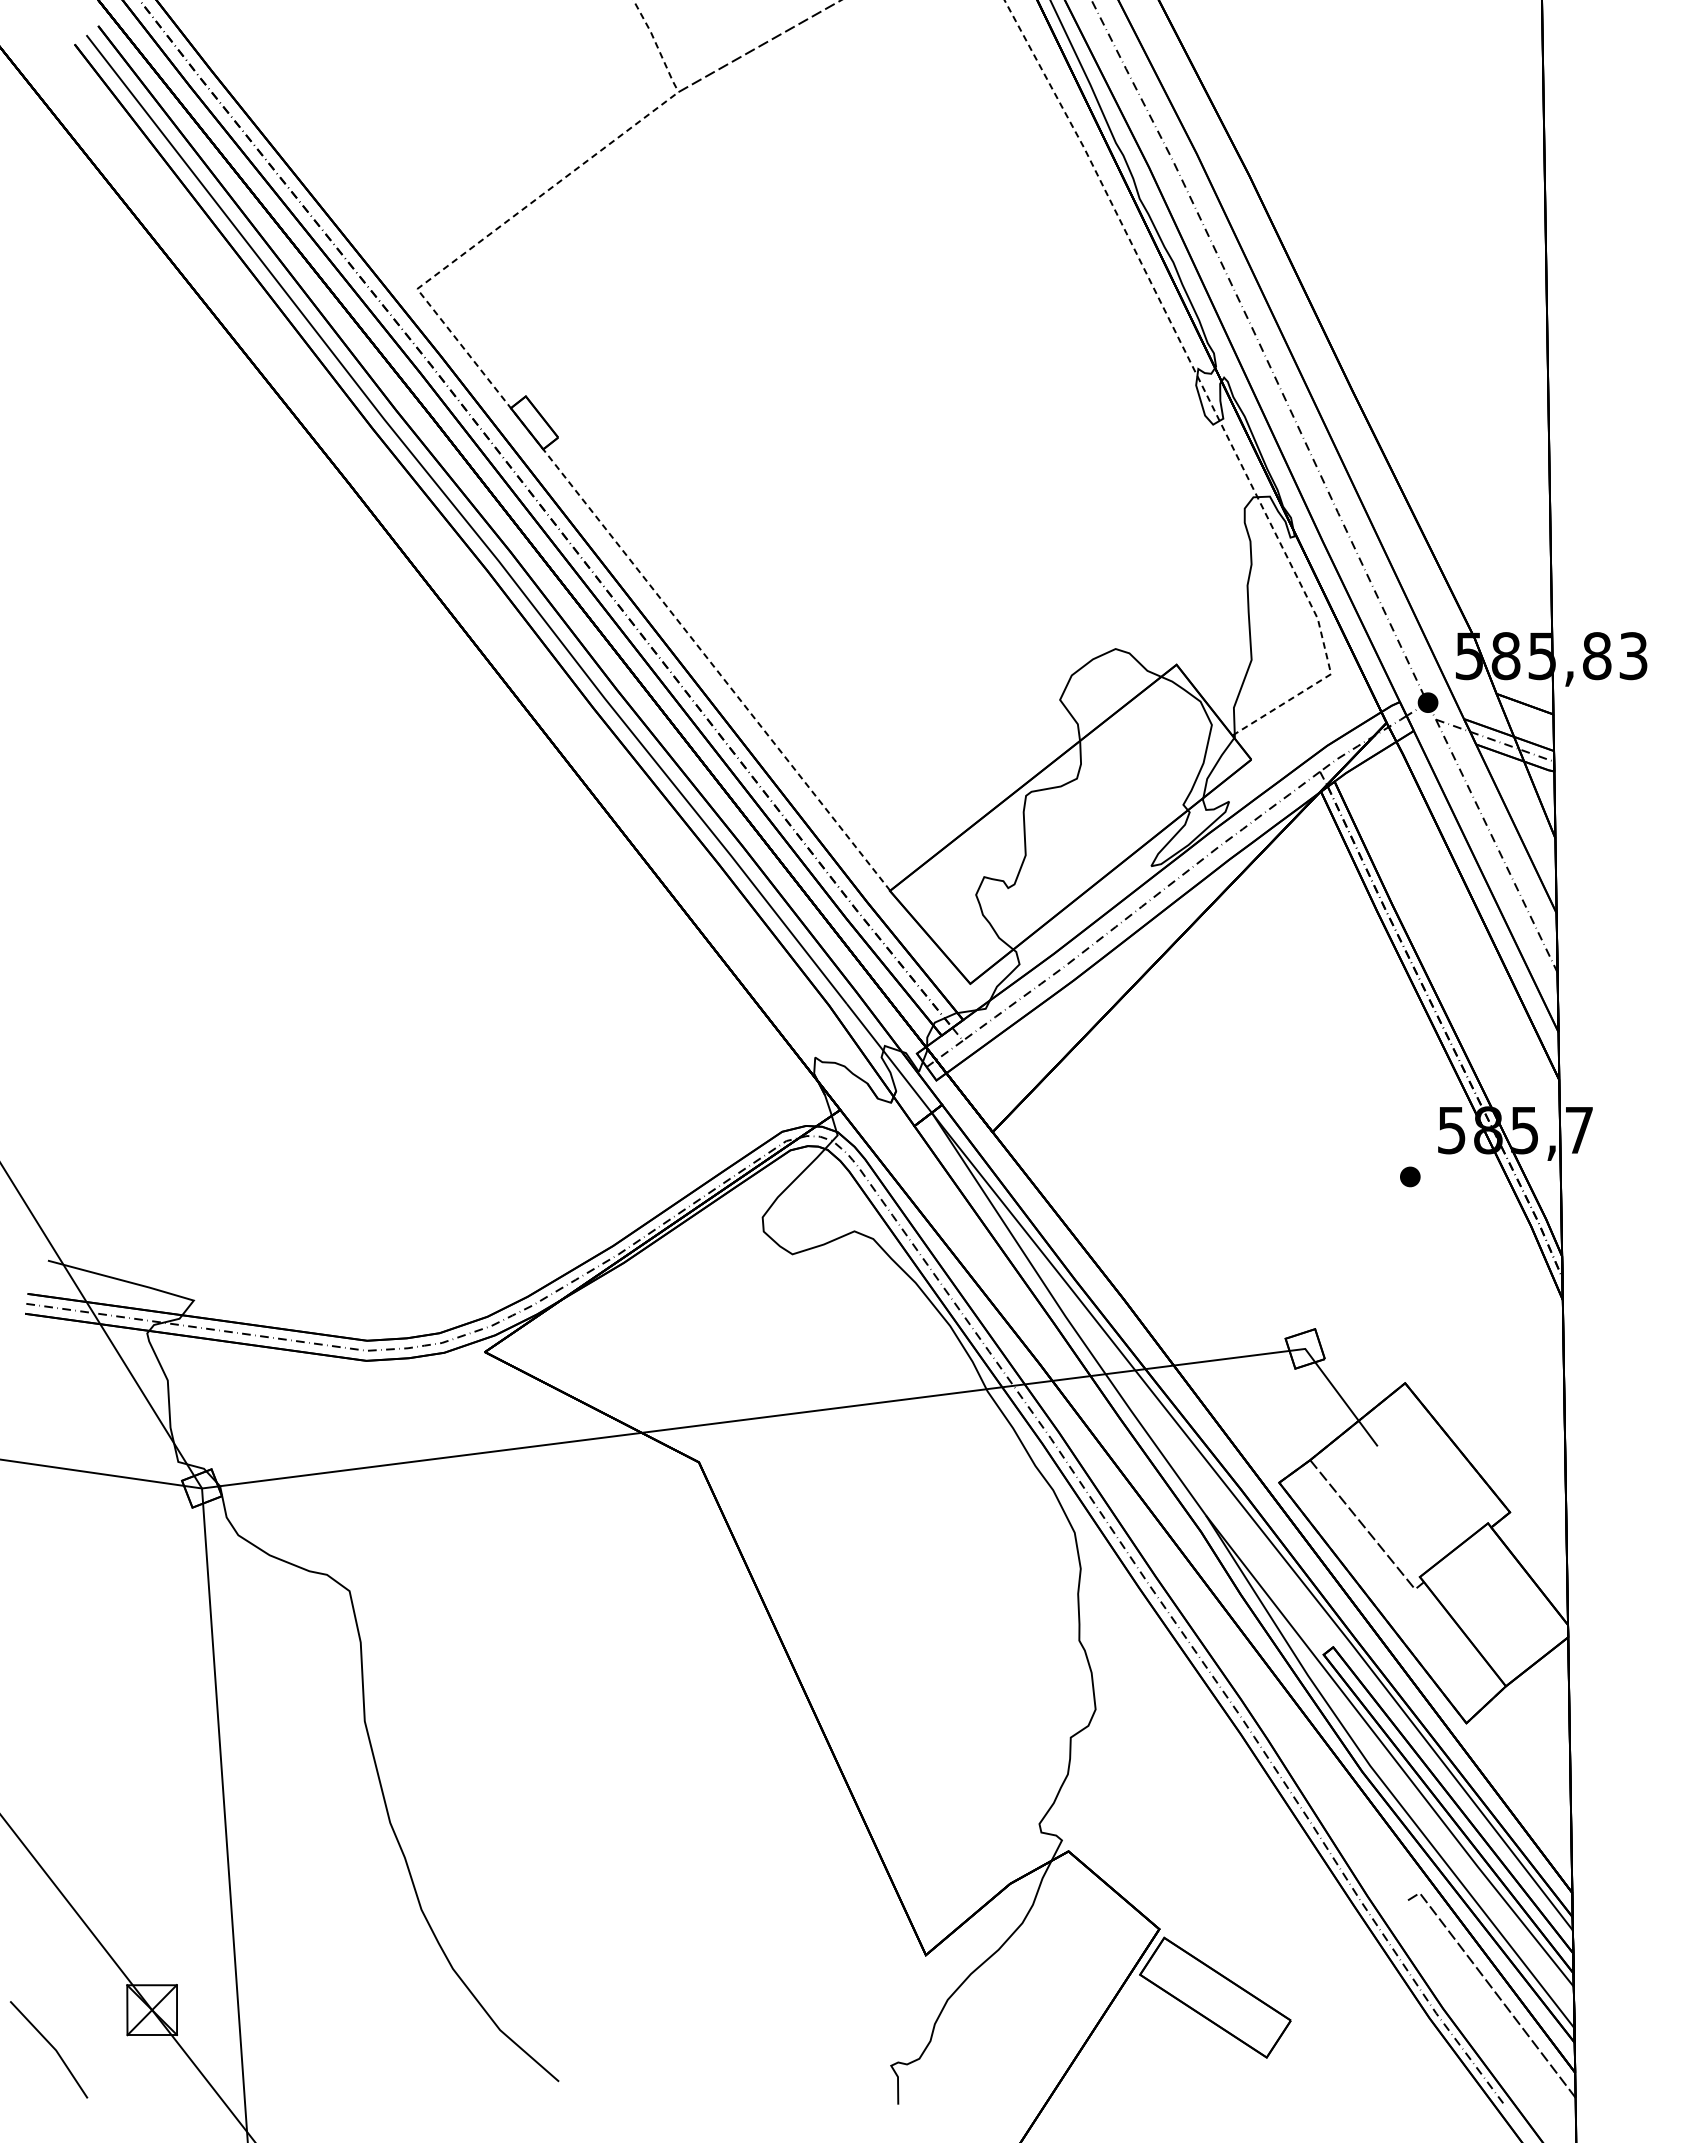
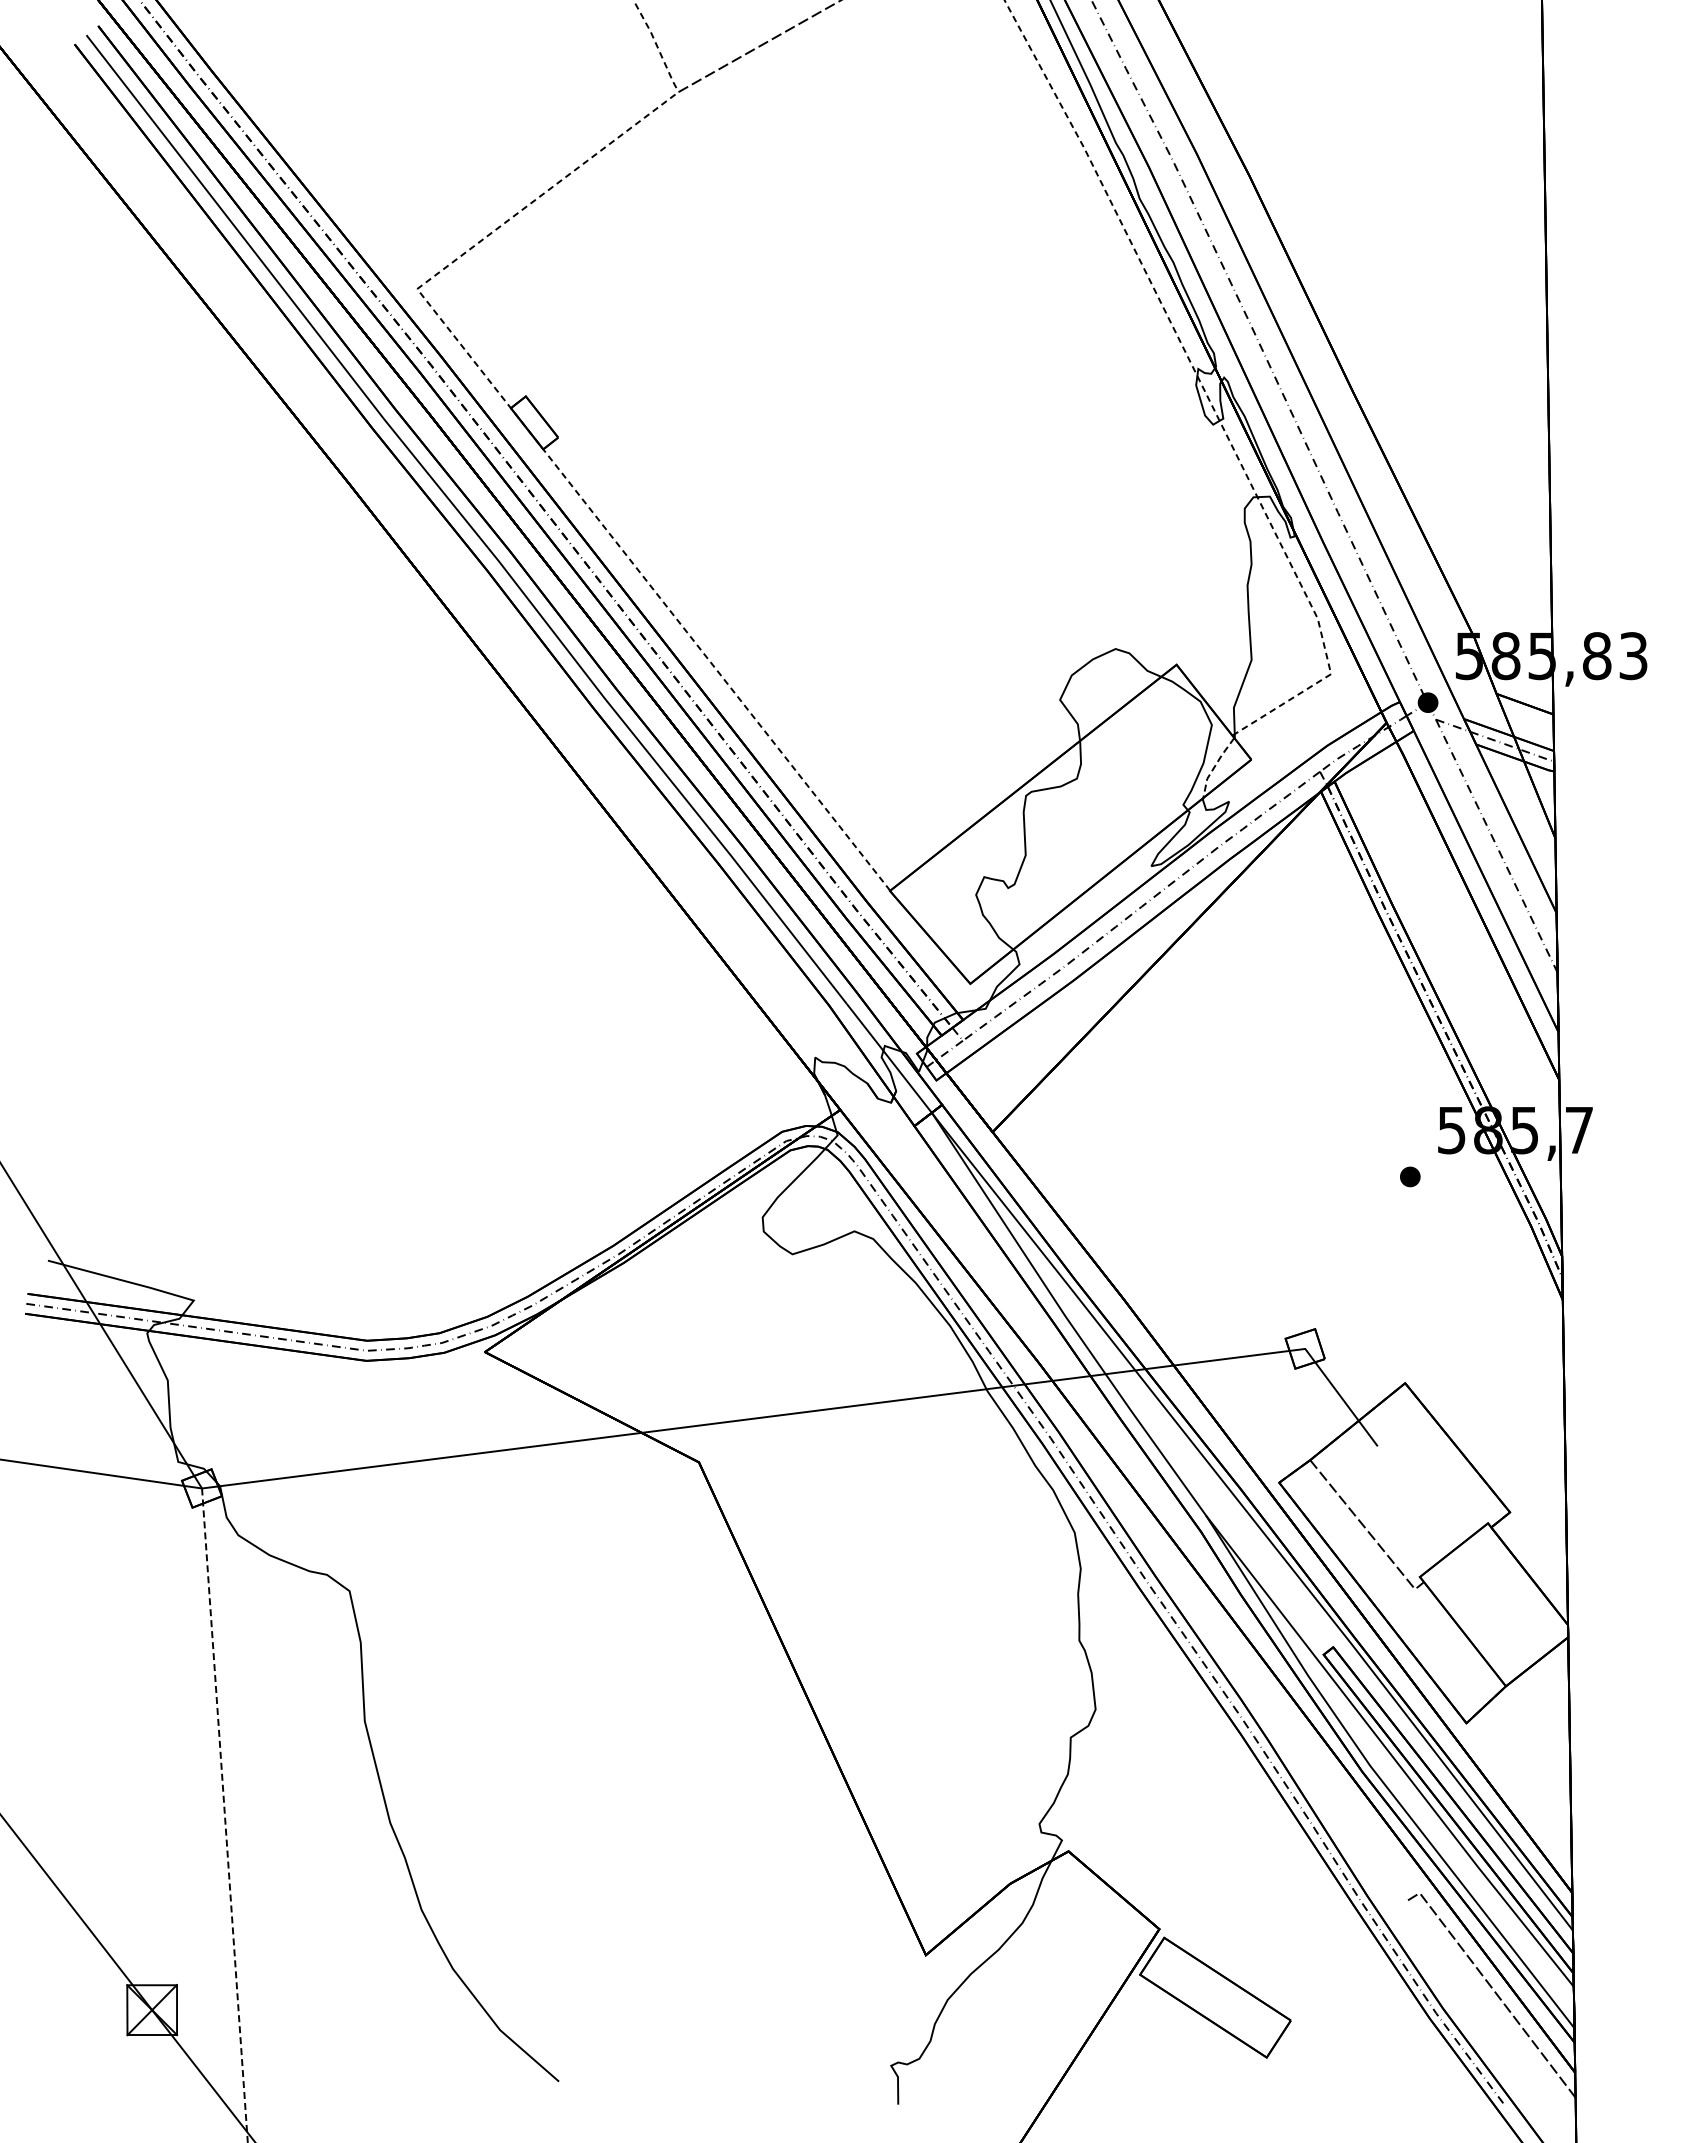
line at (1215, 766): solid -> dashed
line at (224, 1815): solid -> dashed
line at (51, 2046): present -> none
